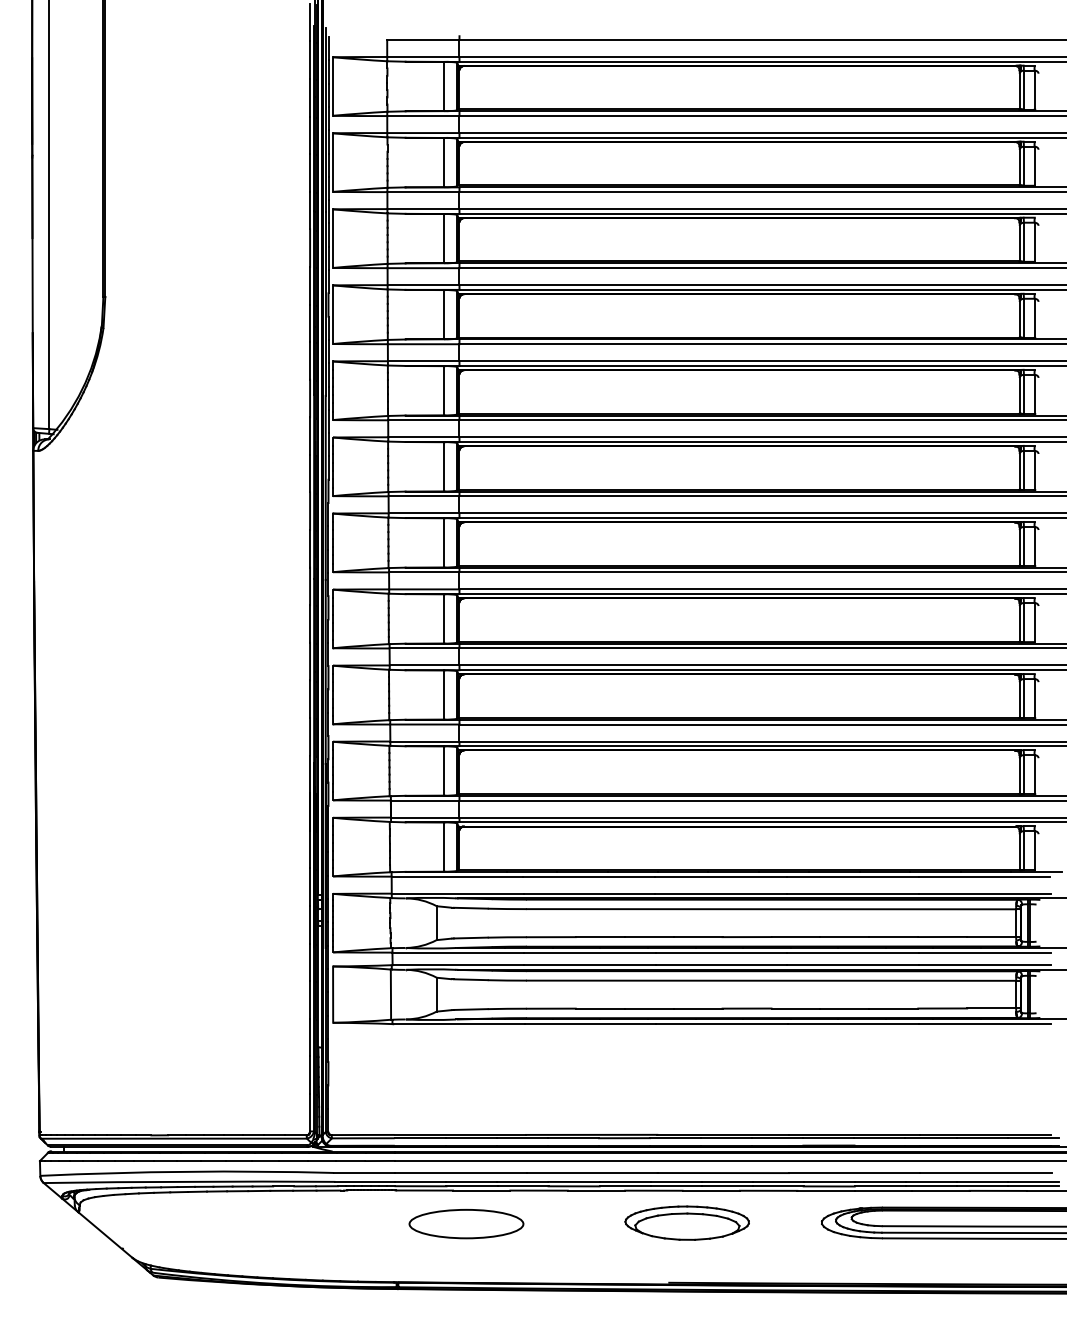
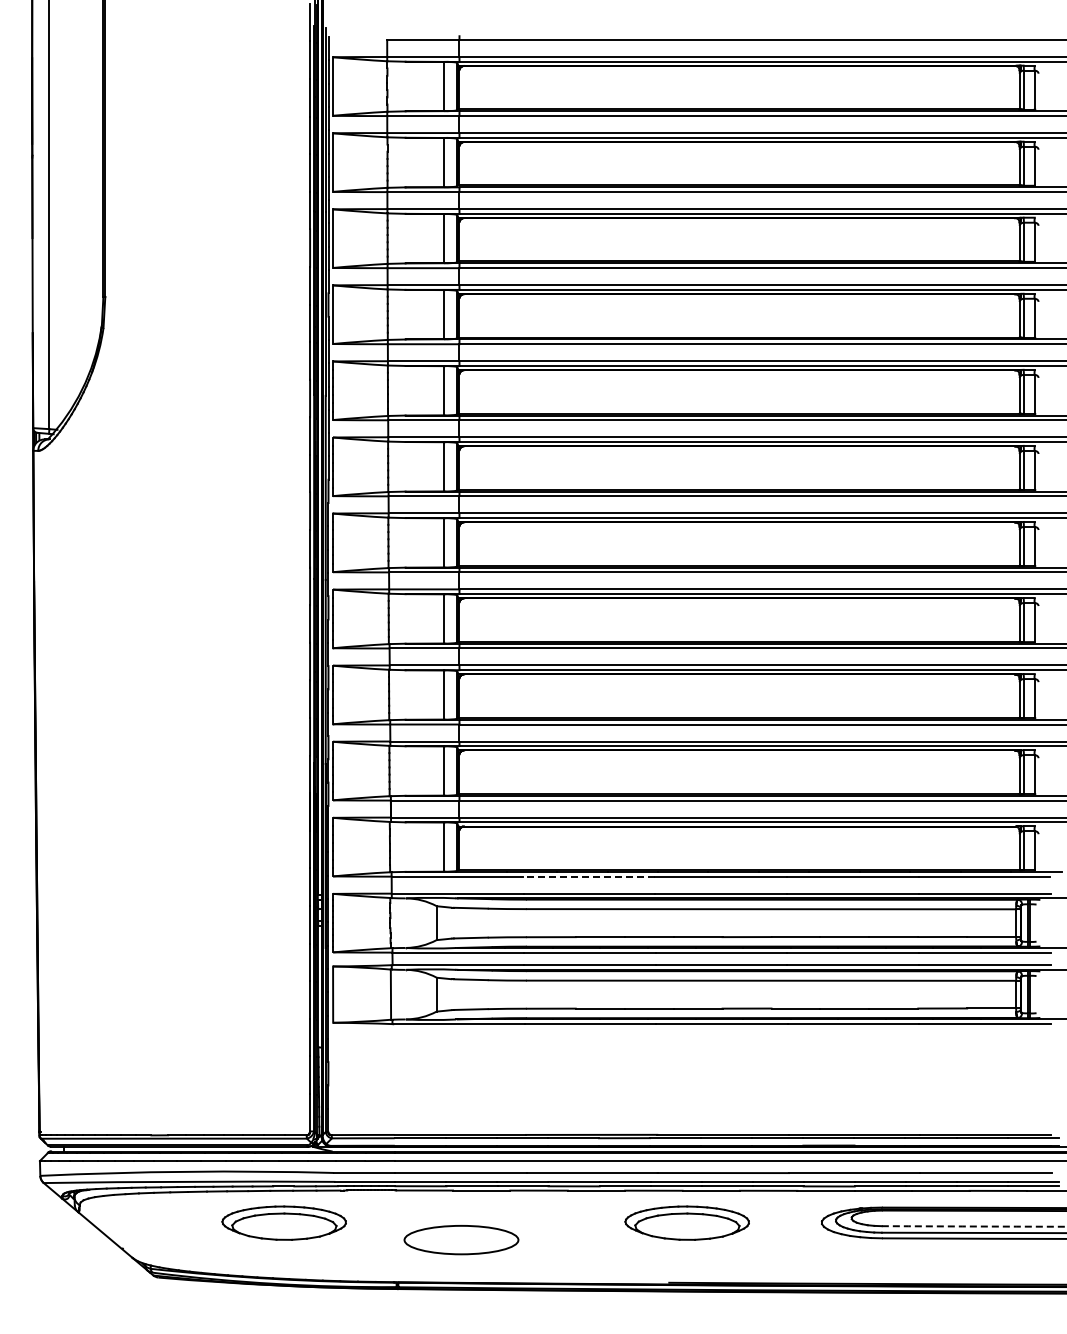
line at (589, 876): solid -> dashed
part at (283, 1222): none -> present
part at (466, 1224) position: (466, 1224) -> (461, 1240)
arc at (975, 1226): solid -> dashed
